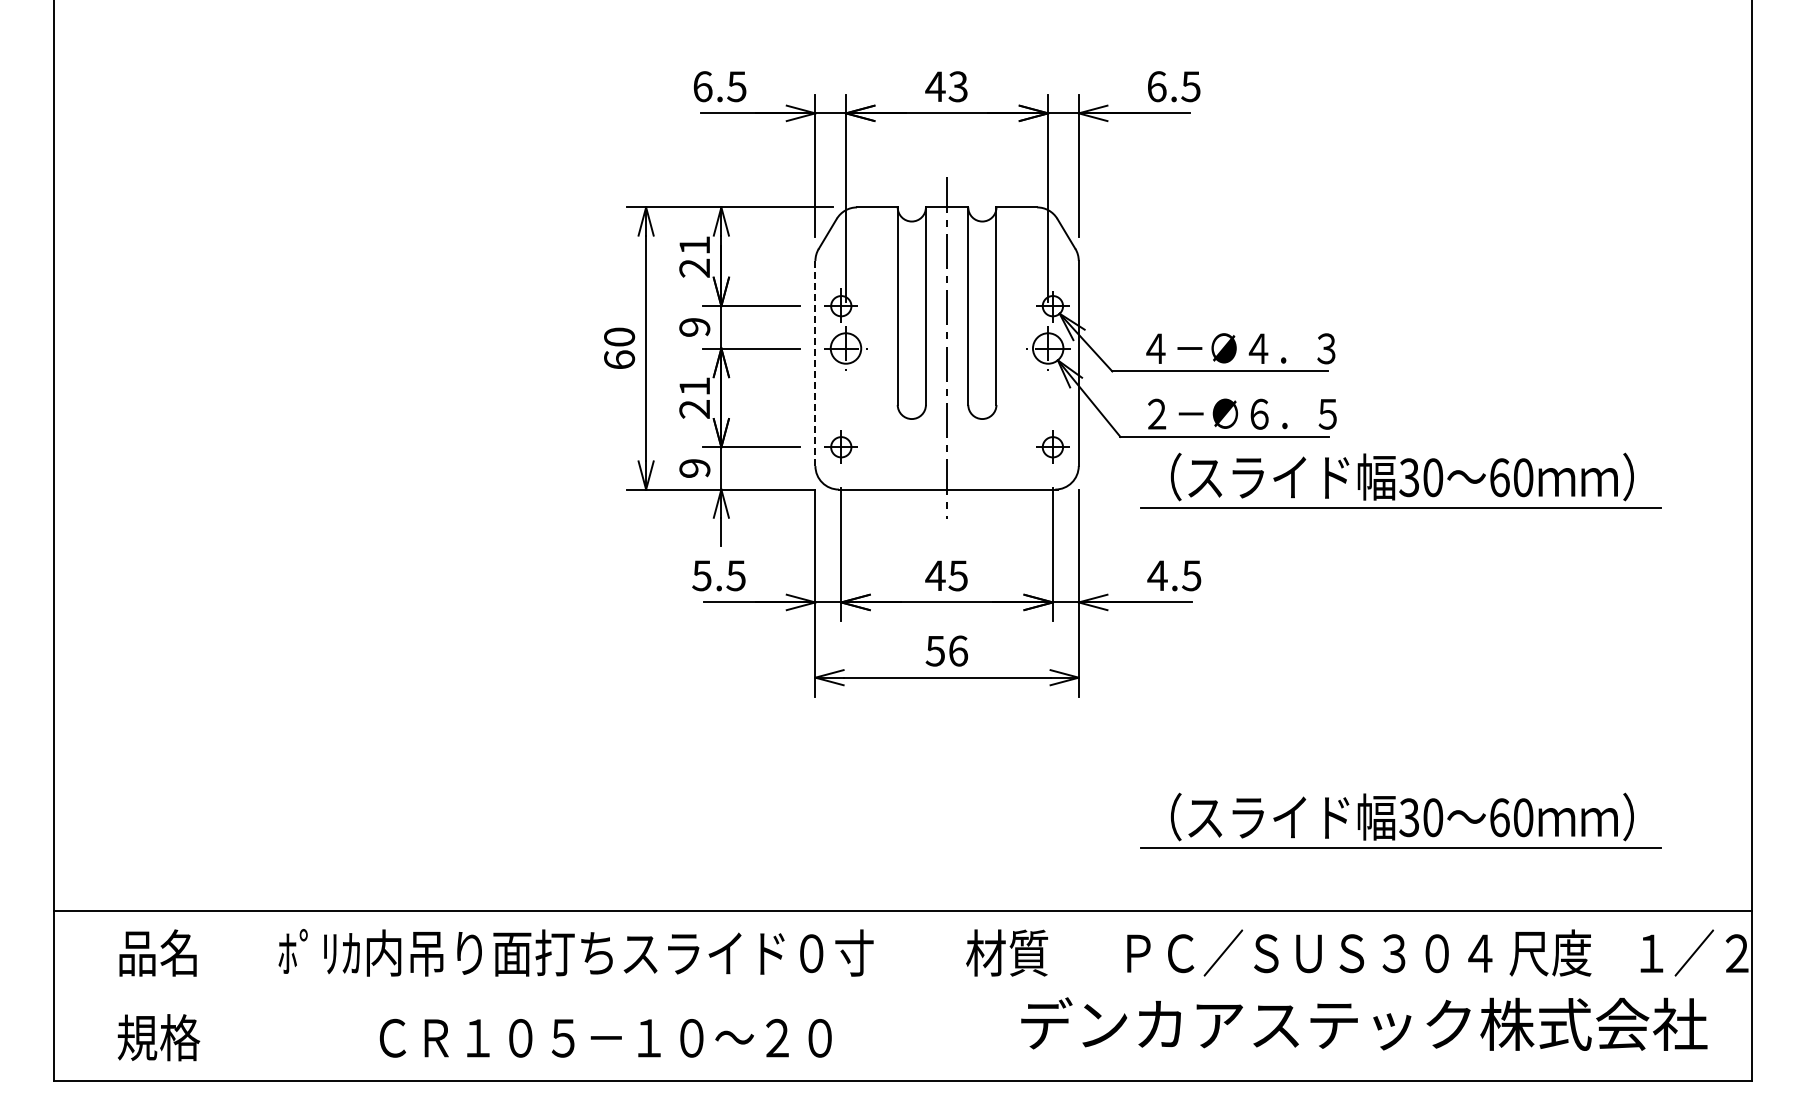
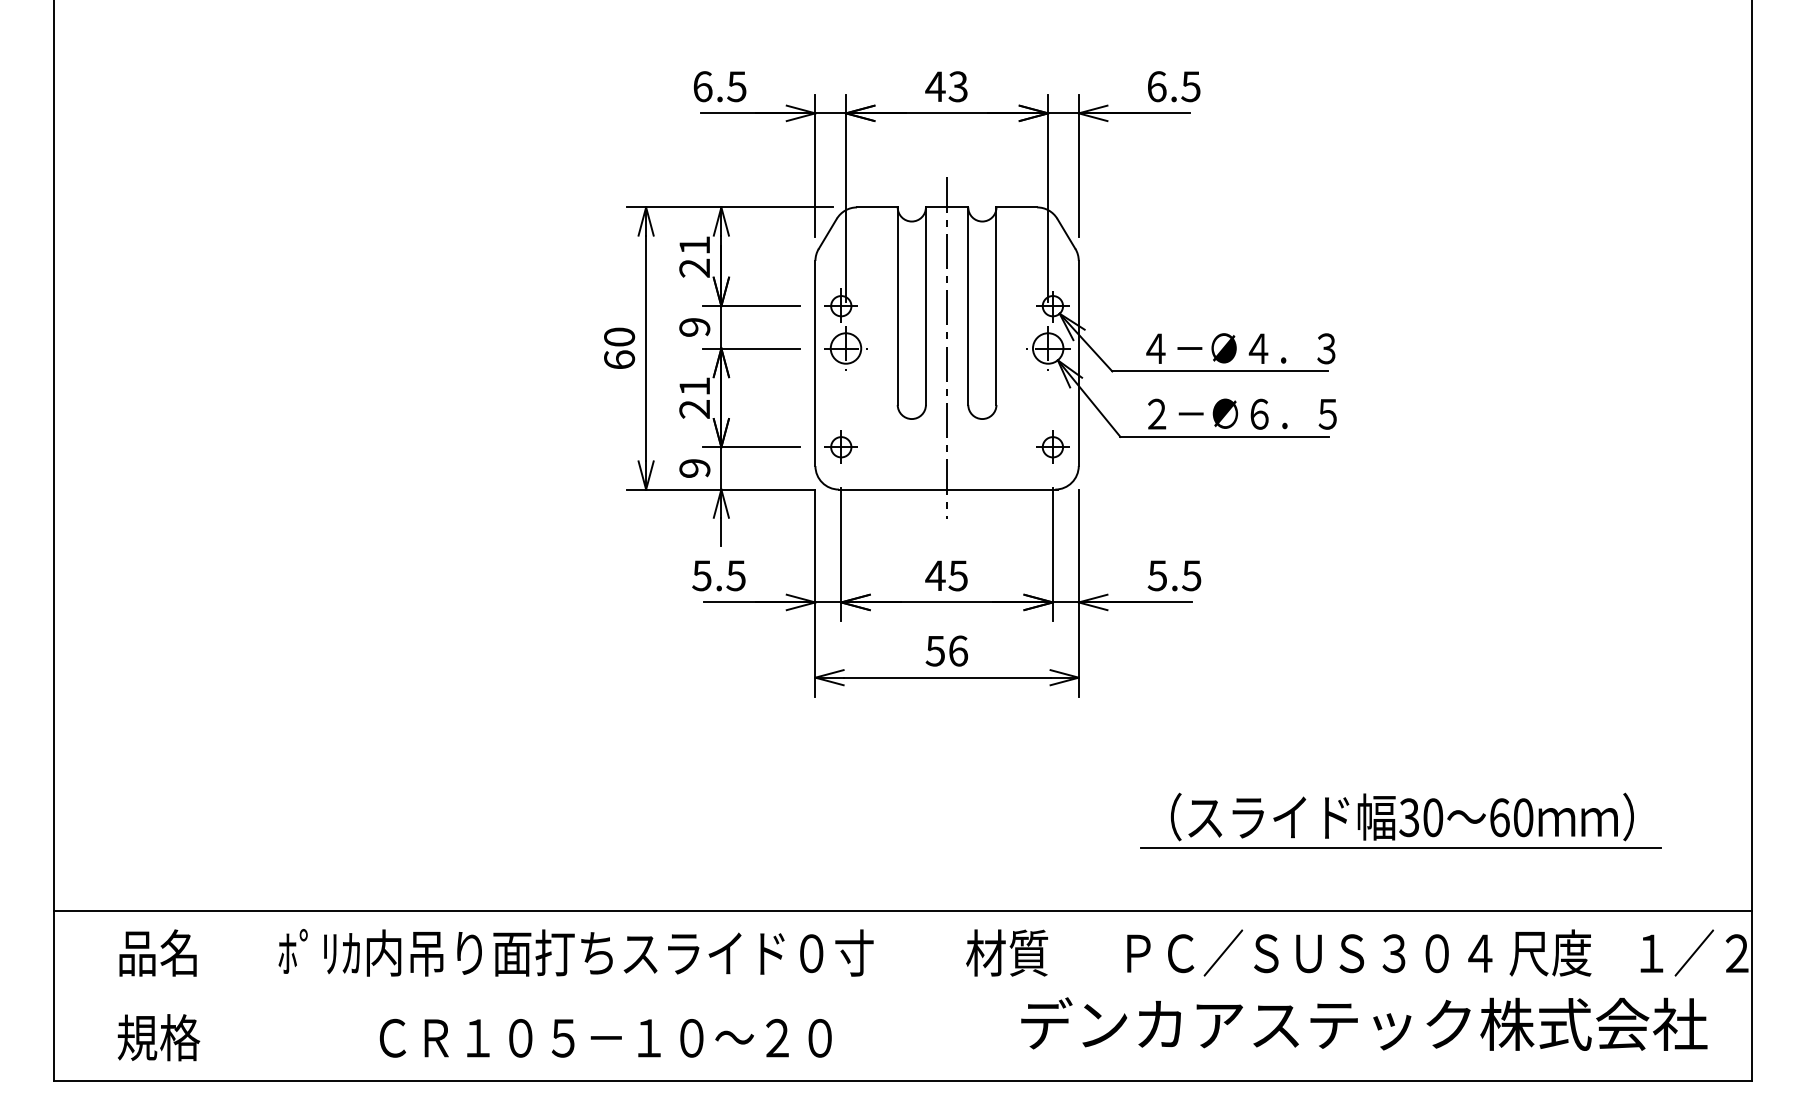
line at (815, 363): dashed -> solid
part at (1400, 480): present -> none
text at (1157, 575): 4.5 -> 5.5
